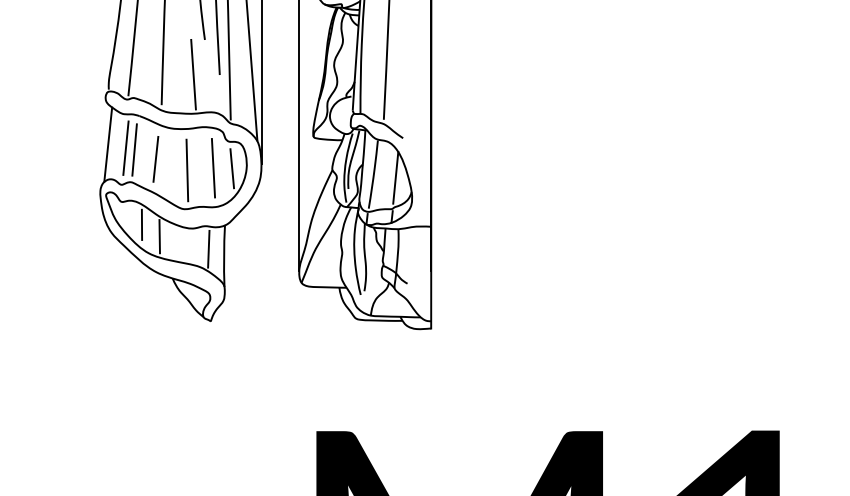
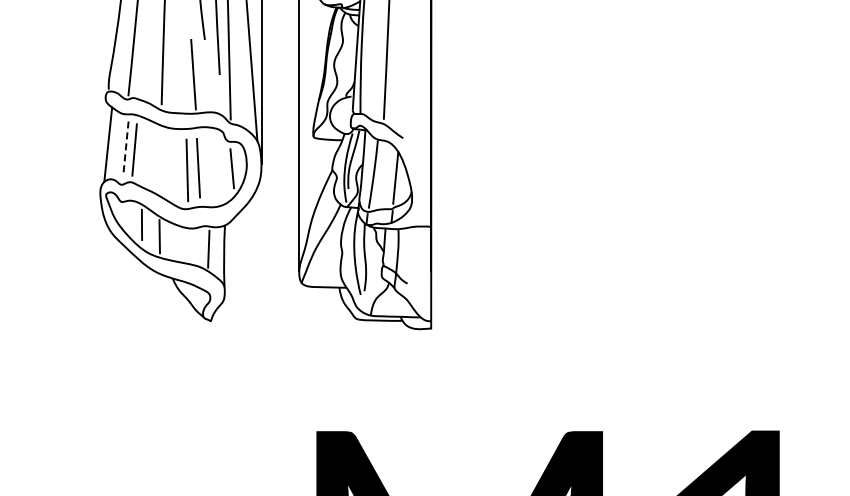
line at (125, 148): solid -> dashed
line at (155, 159): present -> none
line at (213, 168) position: (213, 168) -> (198, 168)
